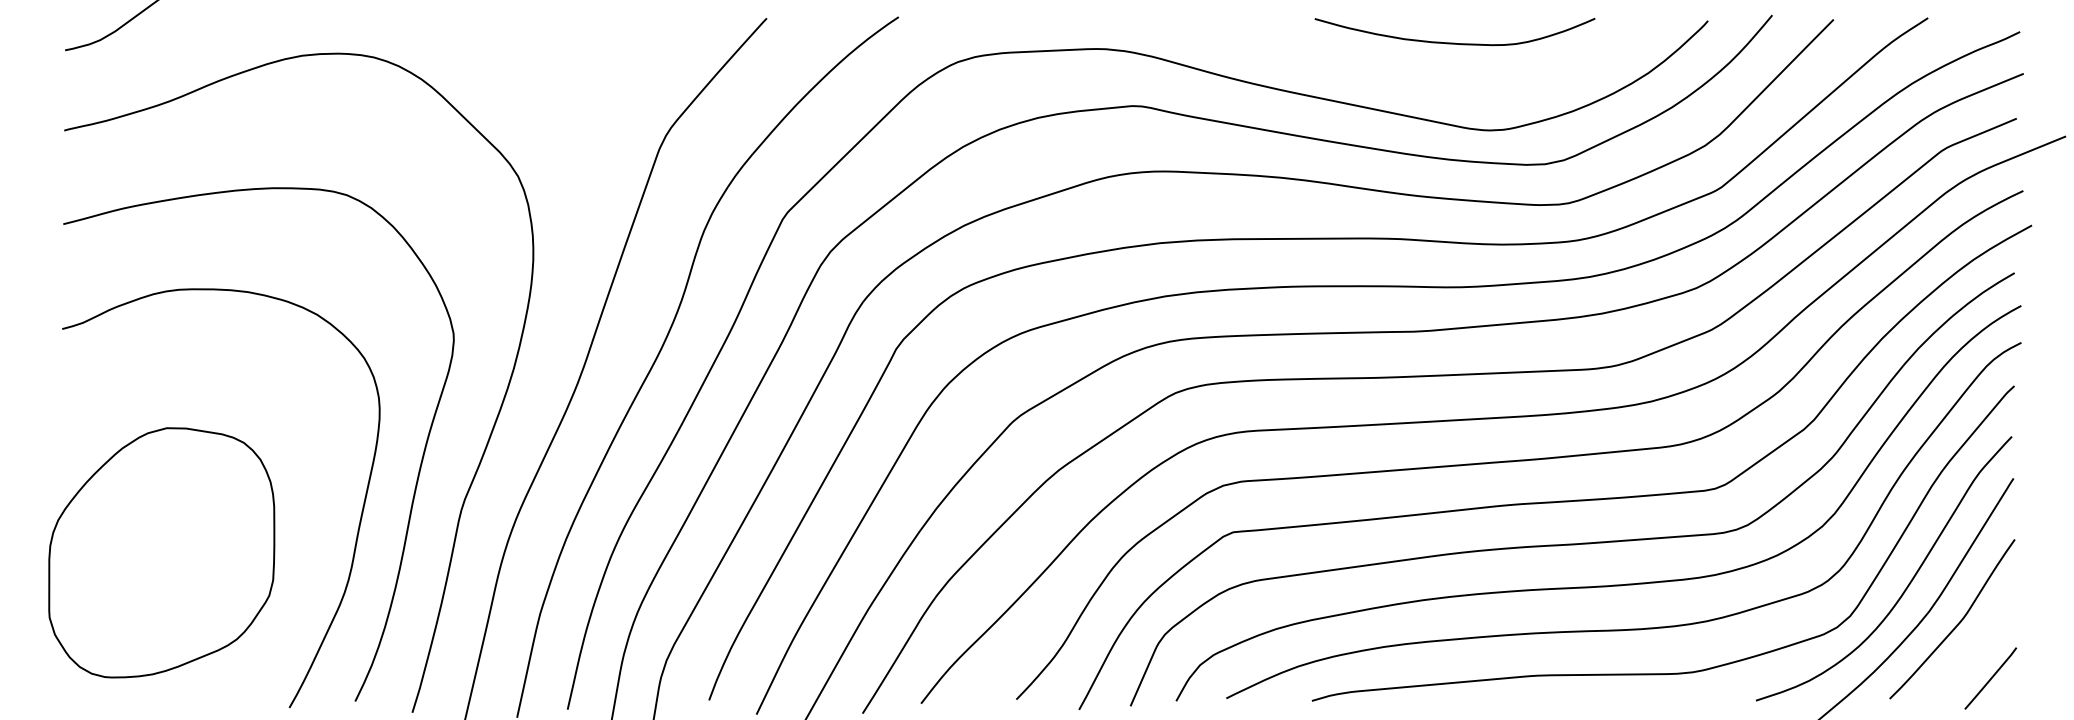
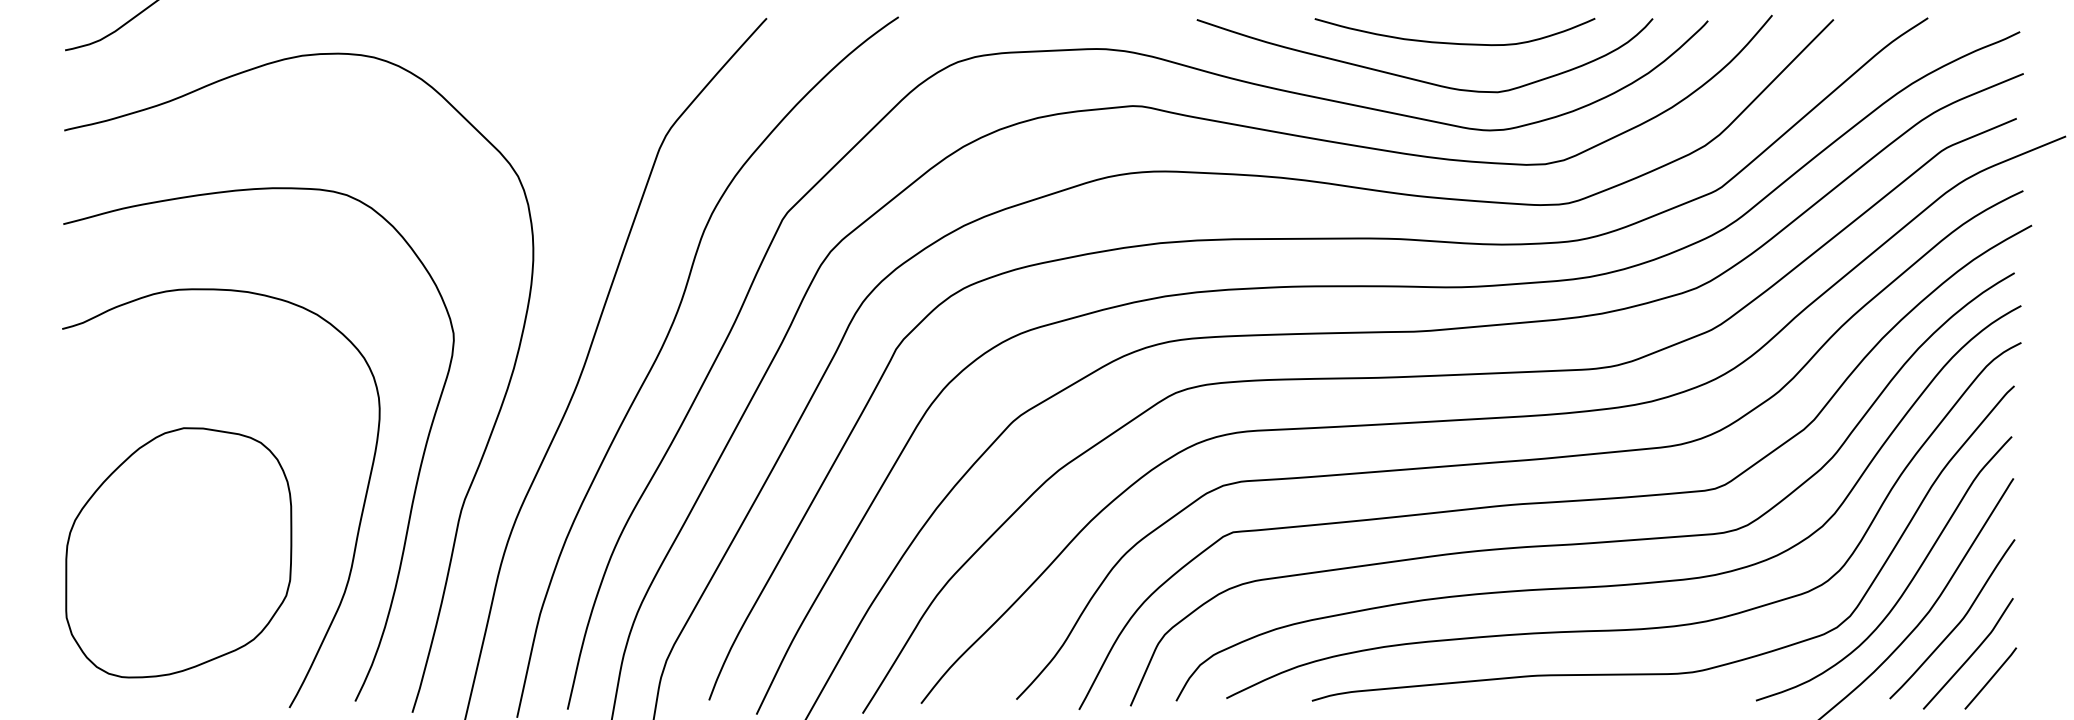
curve at (1419, 79): none -> present
part at (161, 552) position: (161, 552) -> (178, 552)
curve at (1970, 655): none -> present
